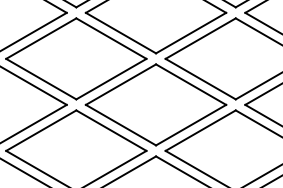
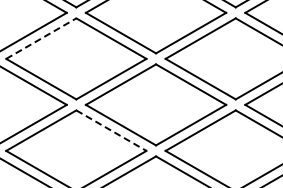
line at (41, 38): solid -> dashed
line at (111, 130): solid -> dashed
